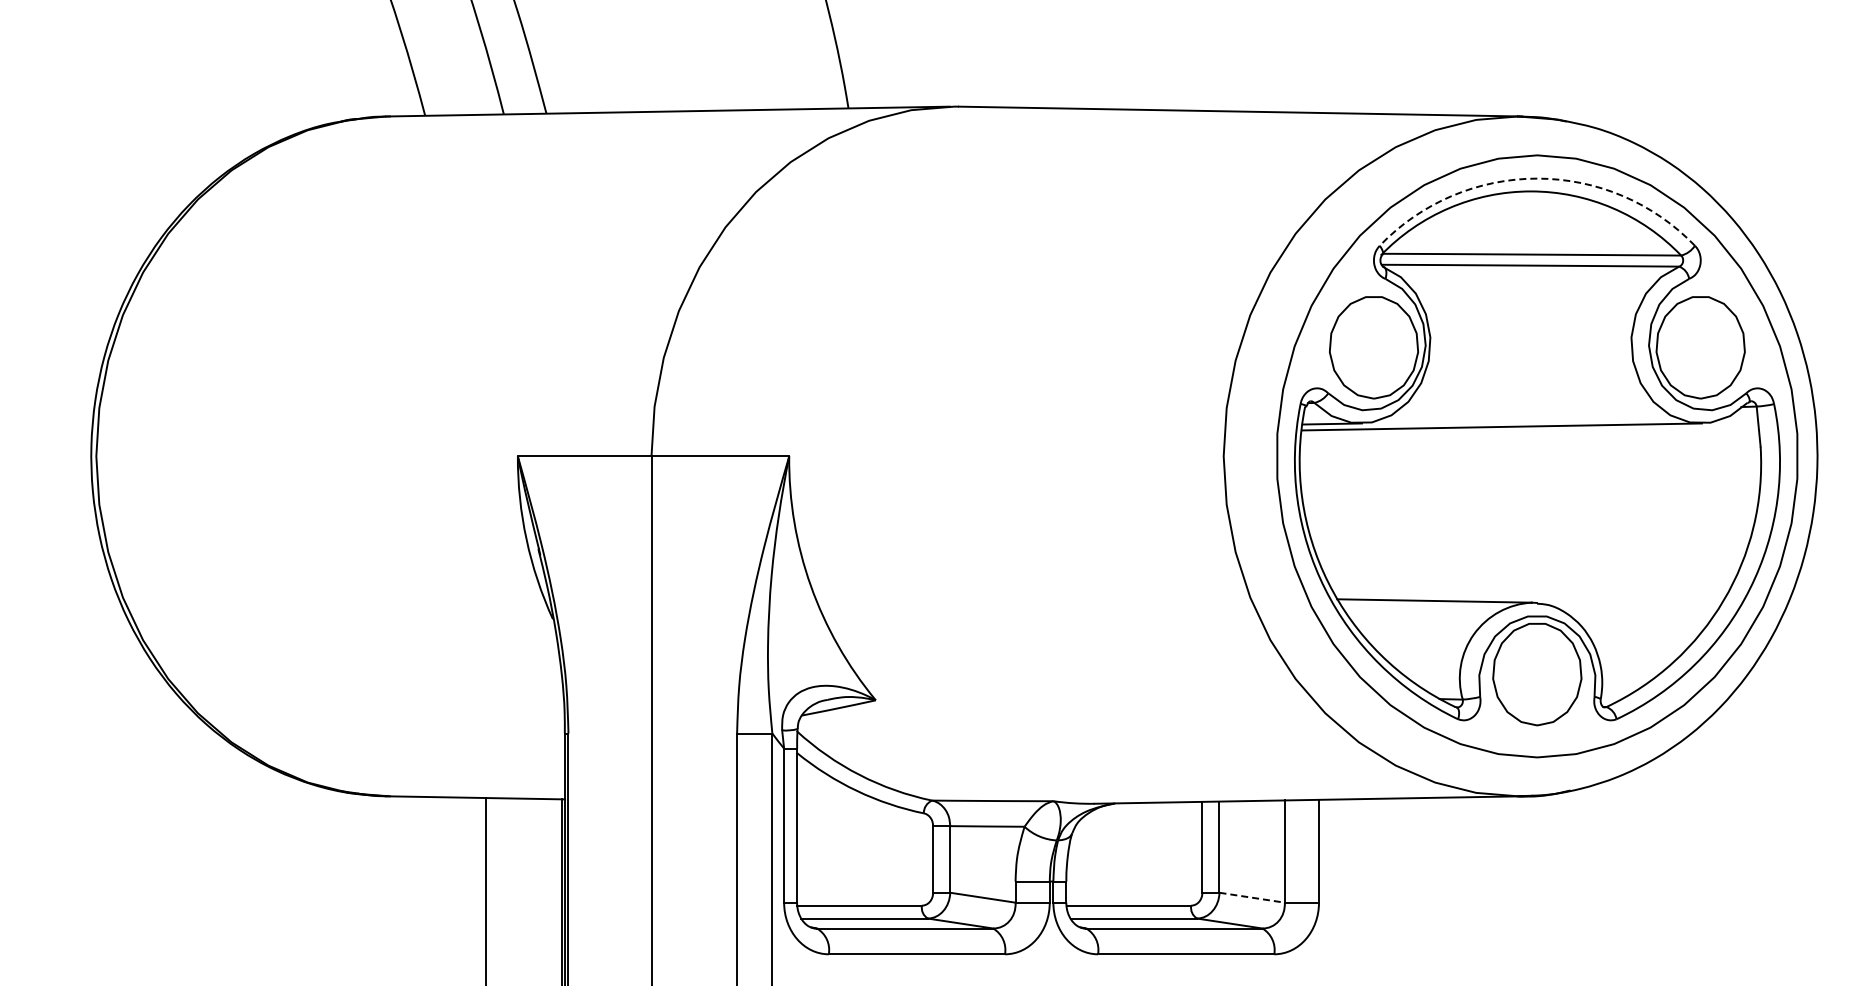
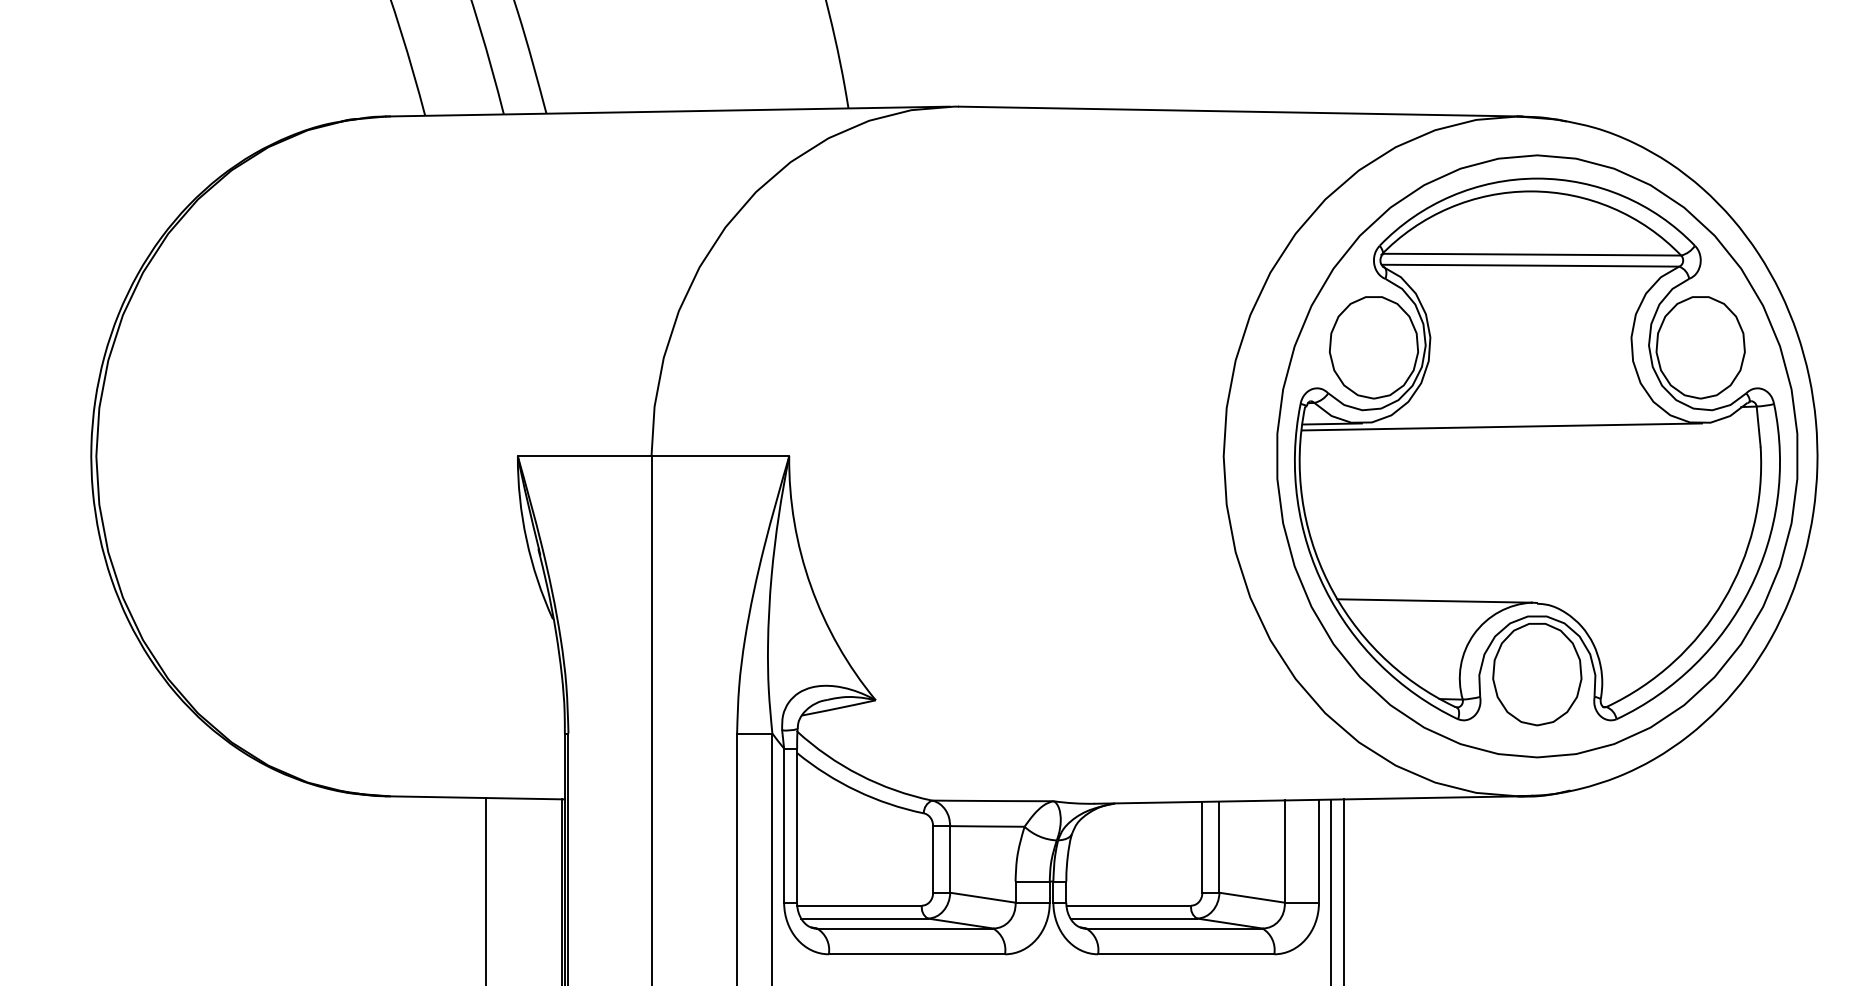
arc at (1537, 178): dashed -> solid
line at (1330, 890): none -> present
line at (1343, 890): none -> present
line at (1252, 897): dashed -> solid
